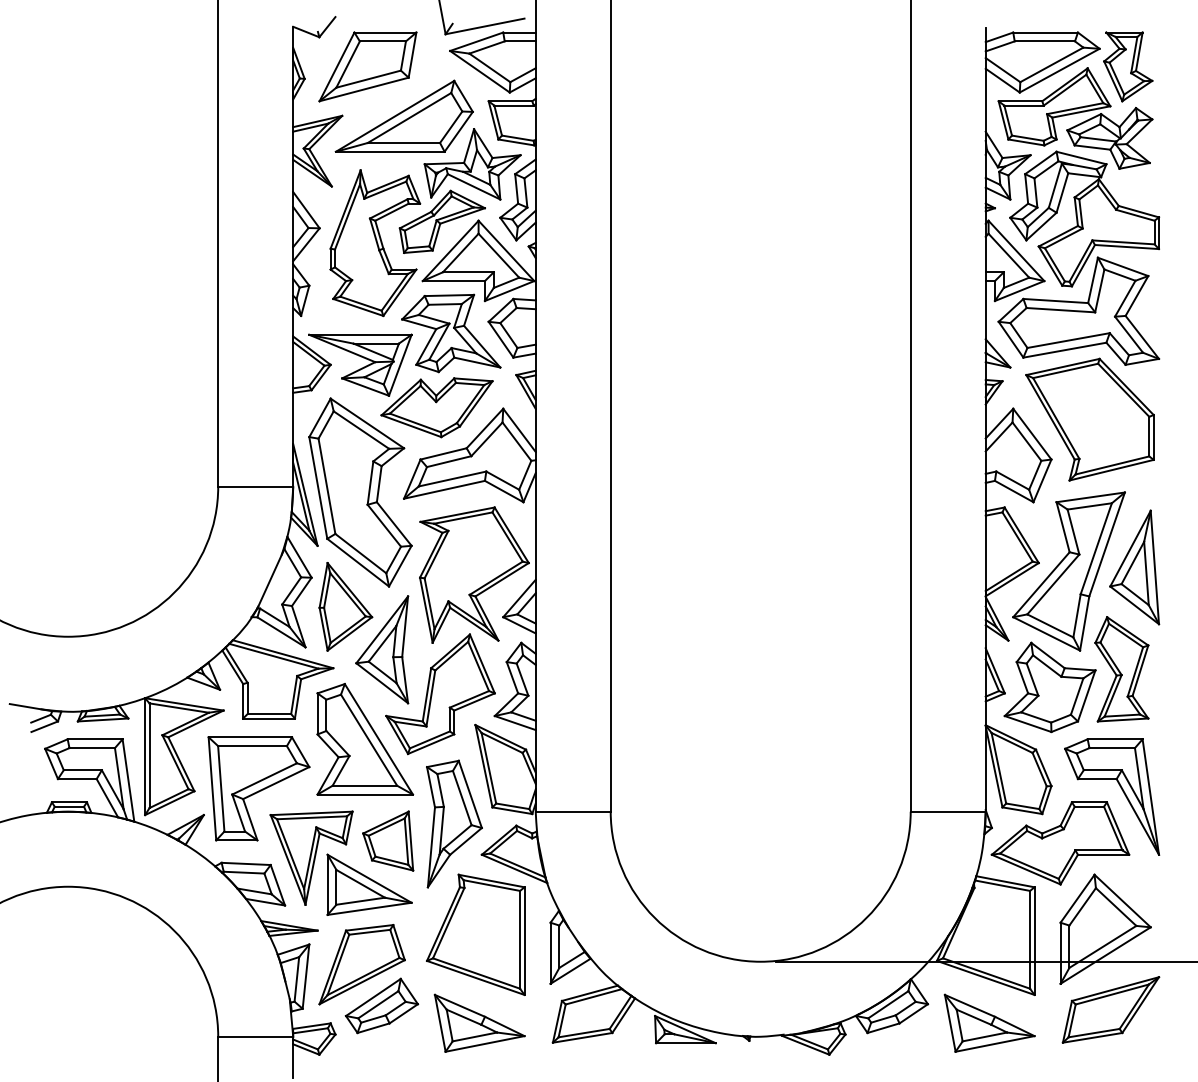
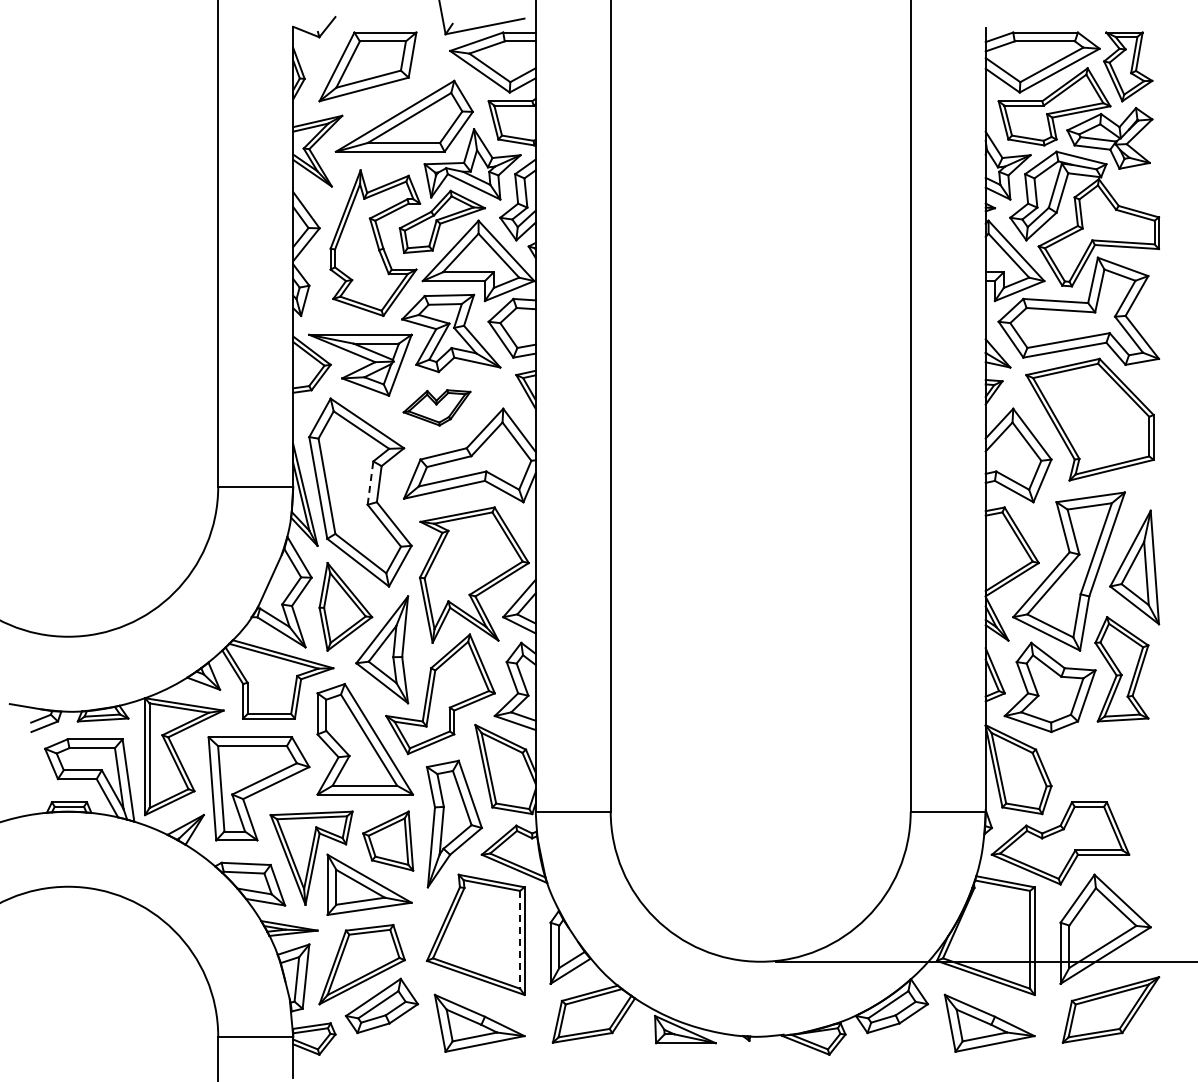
part at (436, 407) size: 114x62 px -> 70x38 px
line at (370, 483): solid -> dashed
part at (1122, 791): present -> none
line at (520, 939): solid -> dashed
